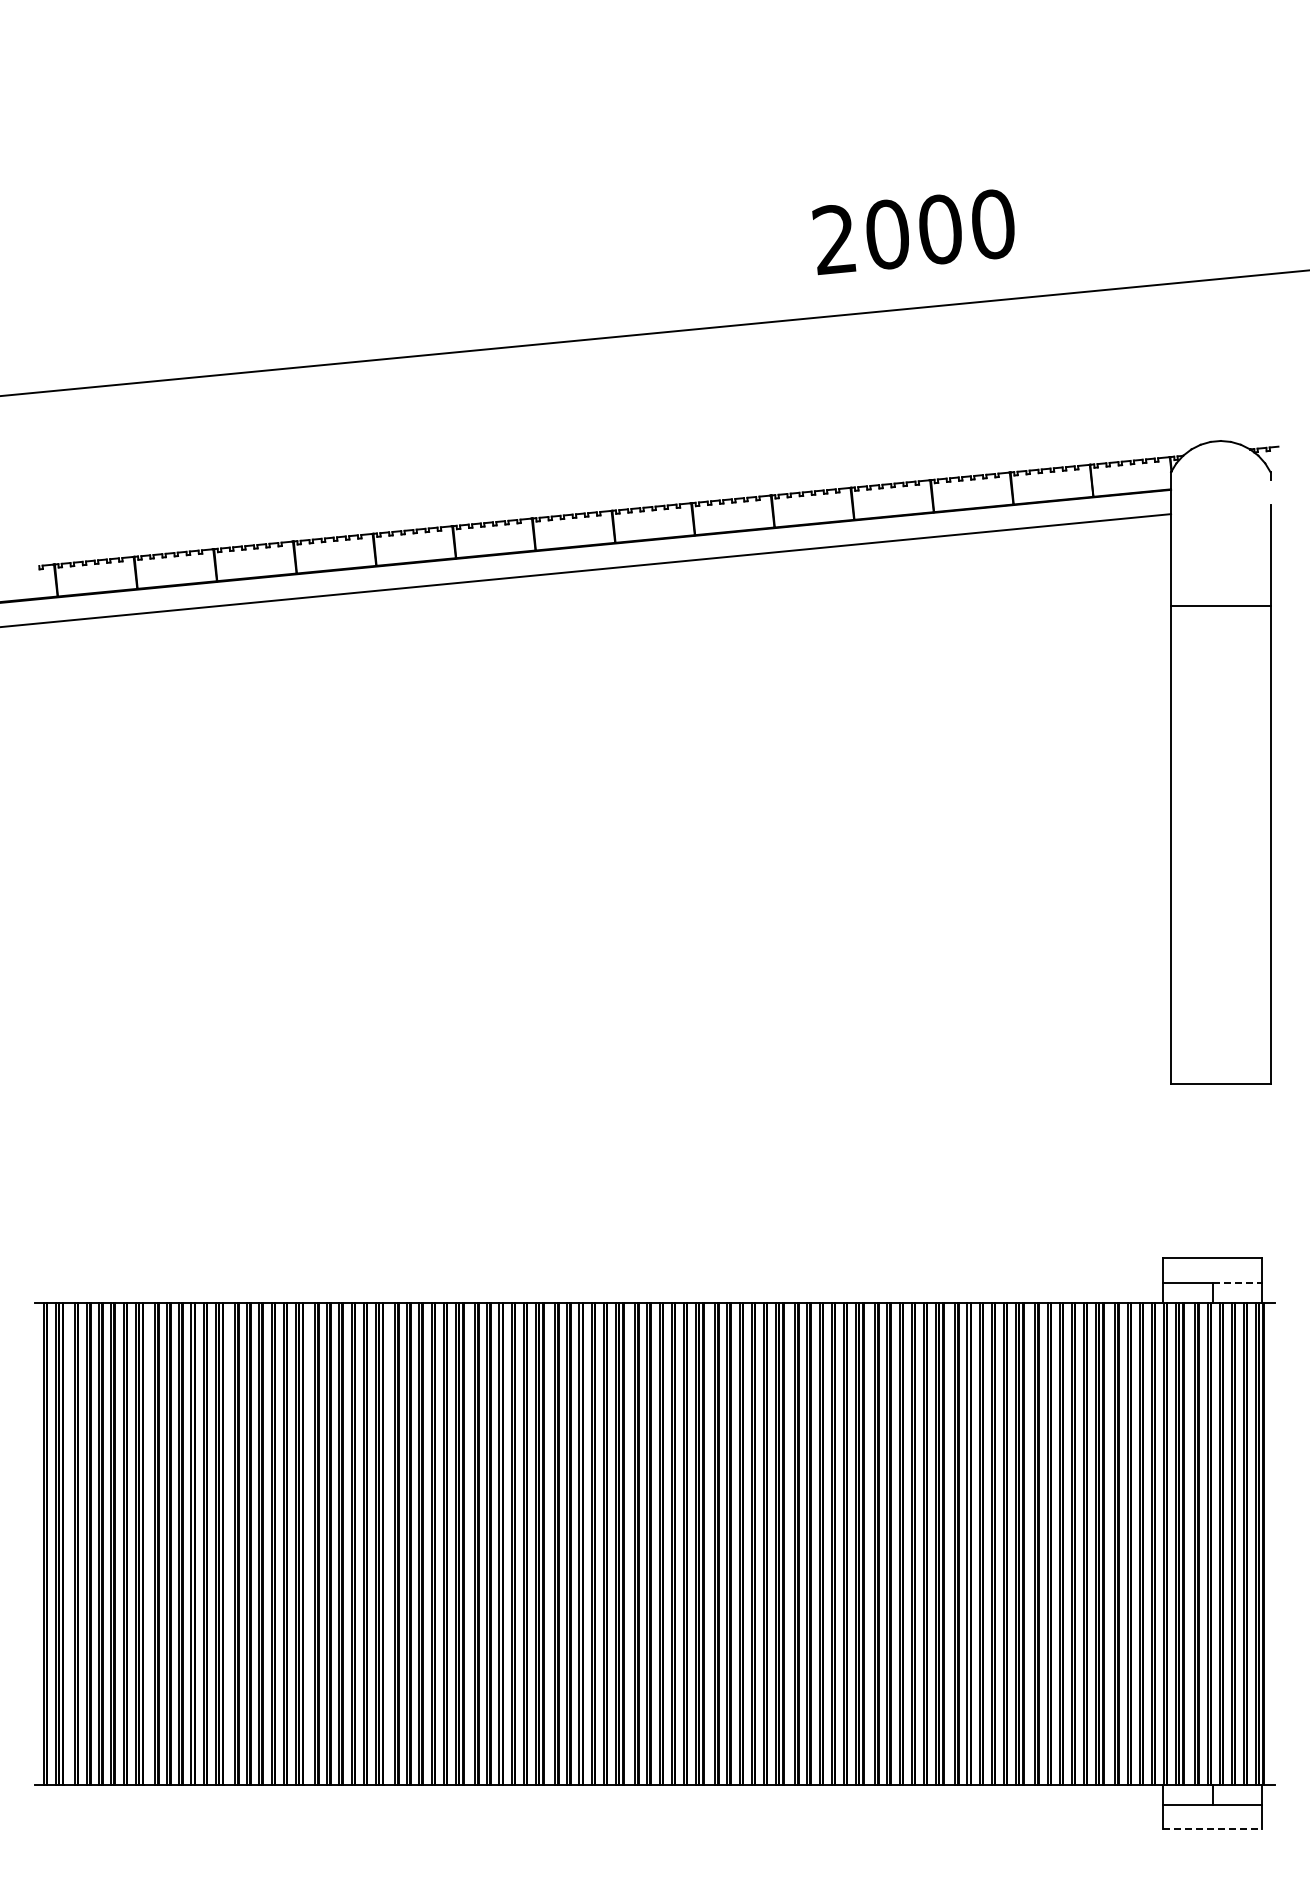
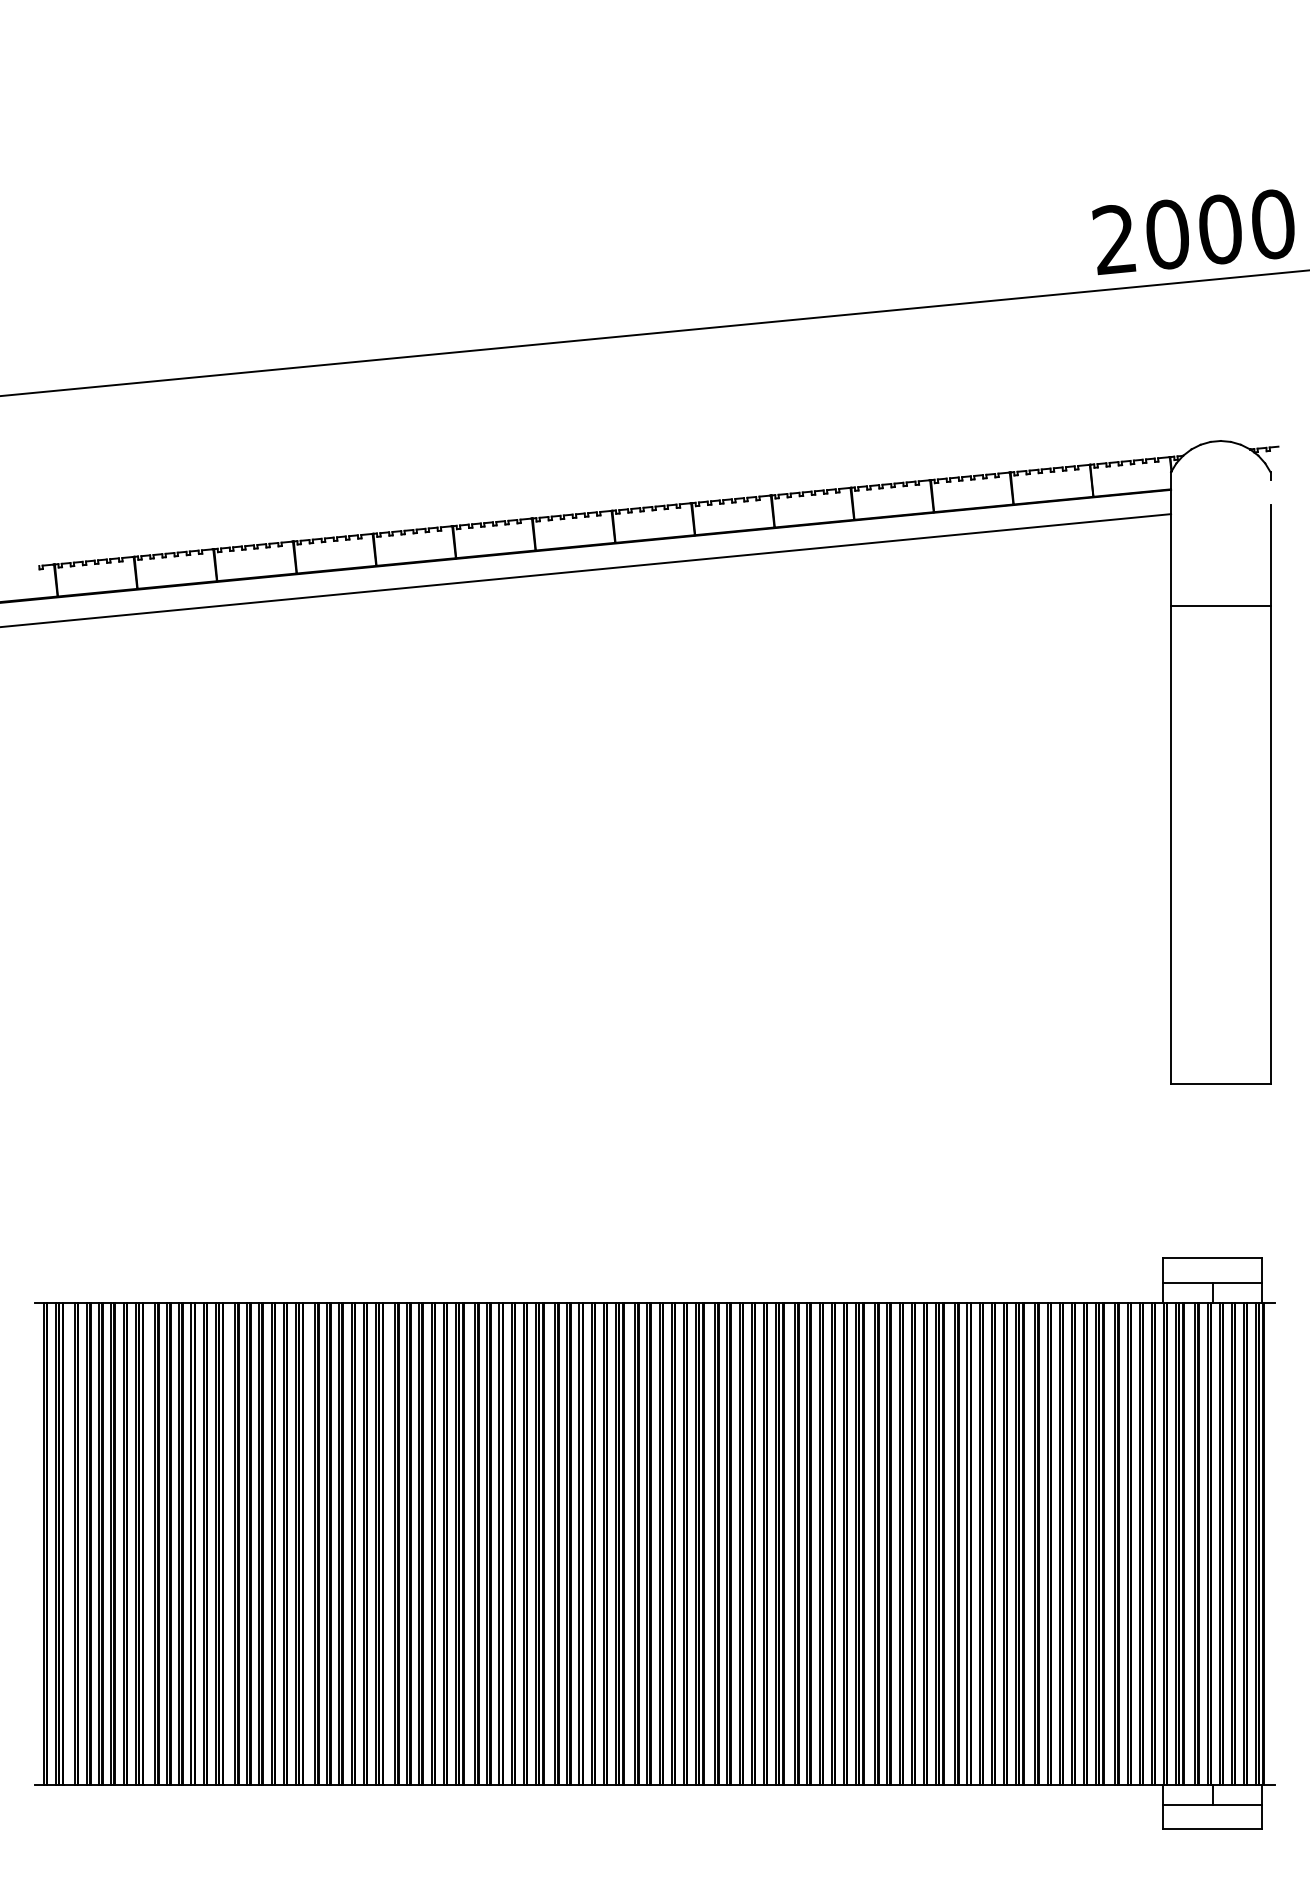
text at (913, 232) position: (913, 232) -> (1193, 232)
line at (1237, 1282): dashed -> solid
line at (1212, 1829): dashed -> solid
